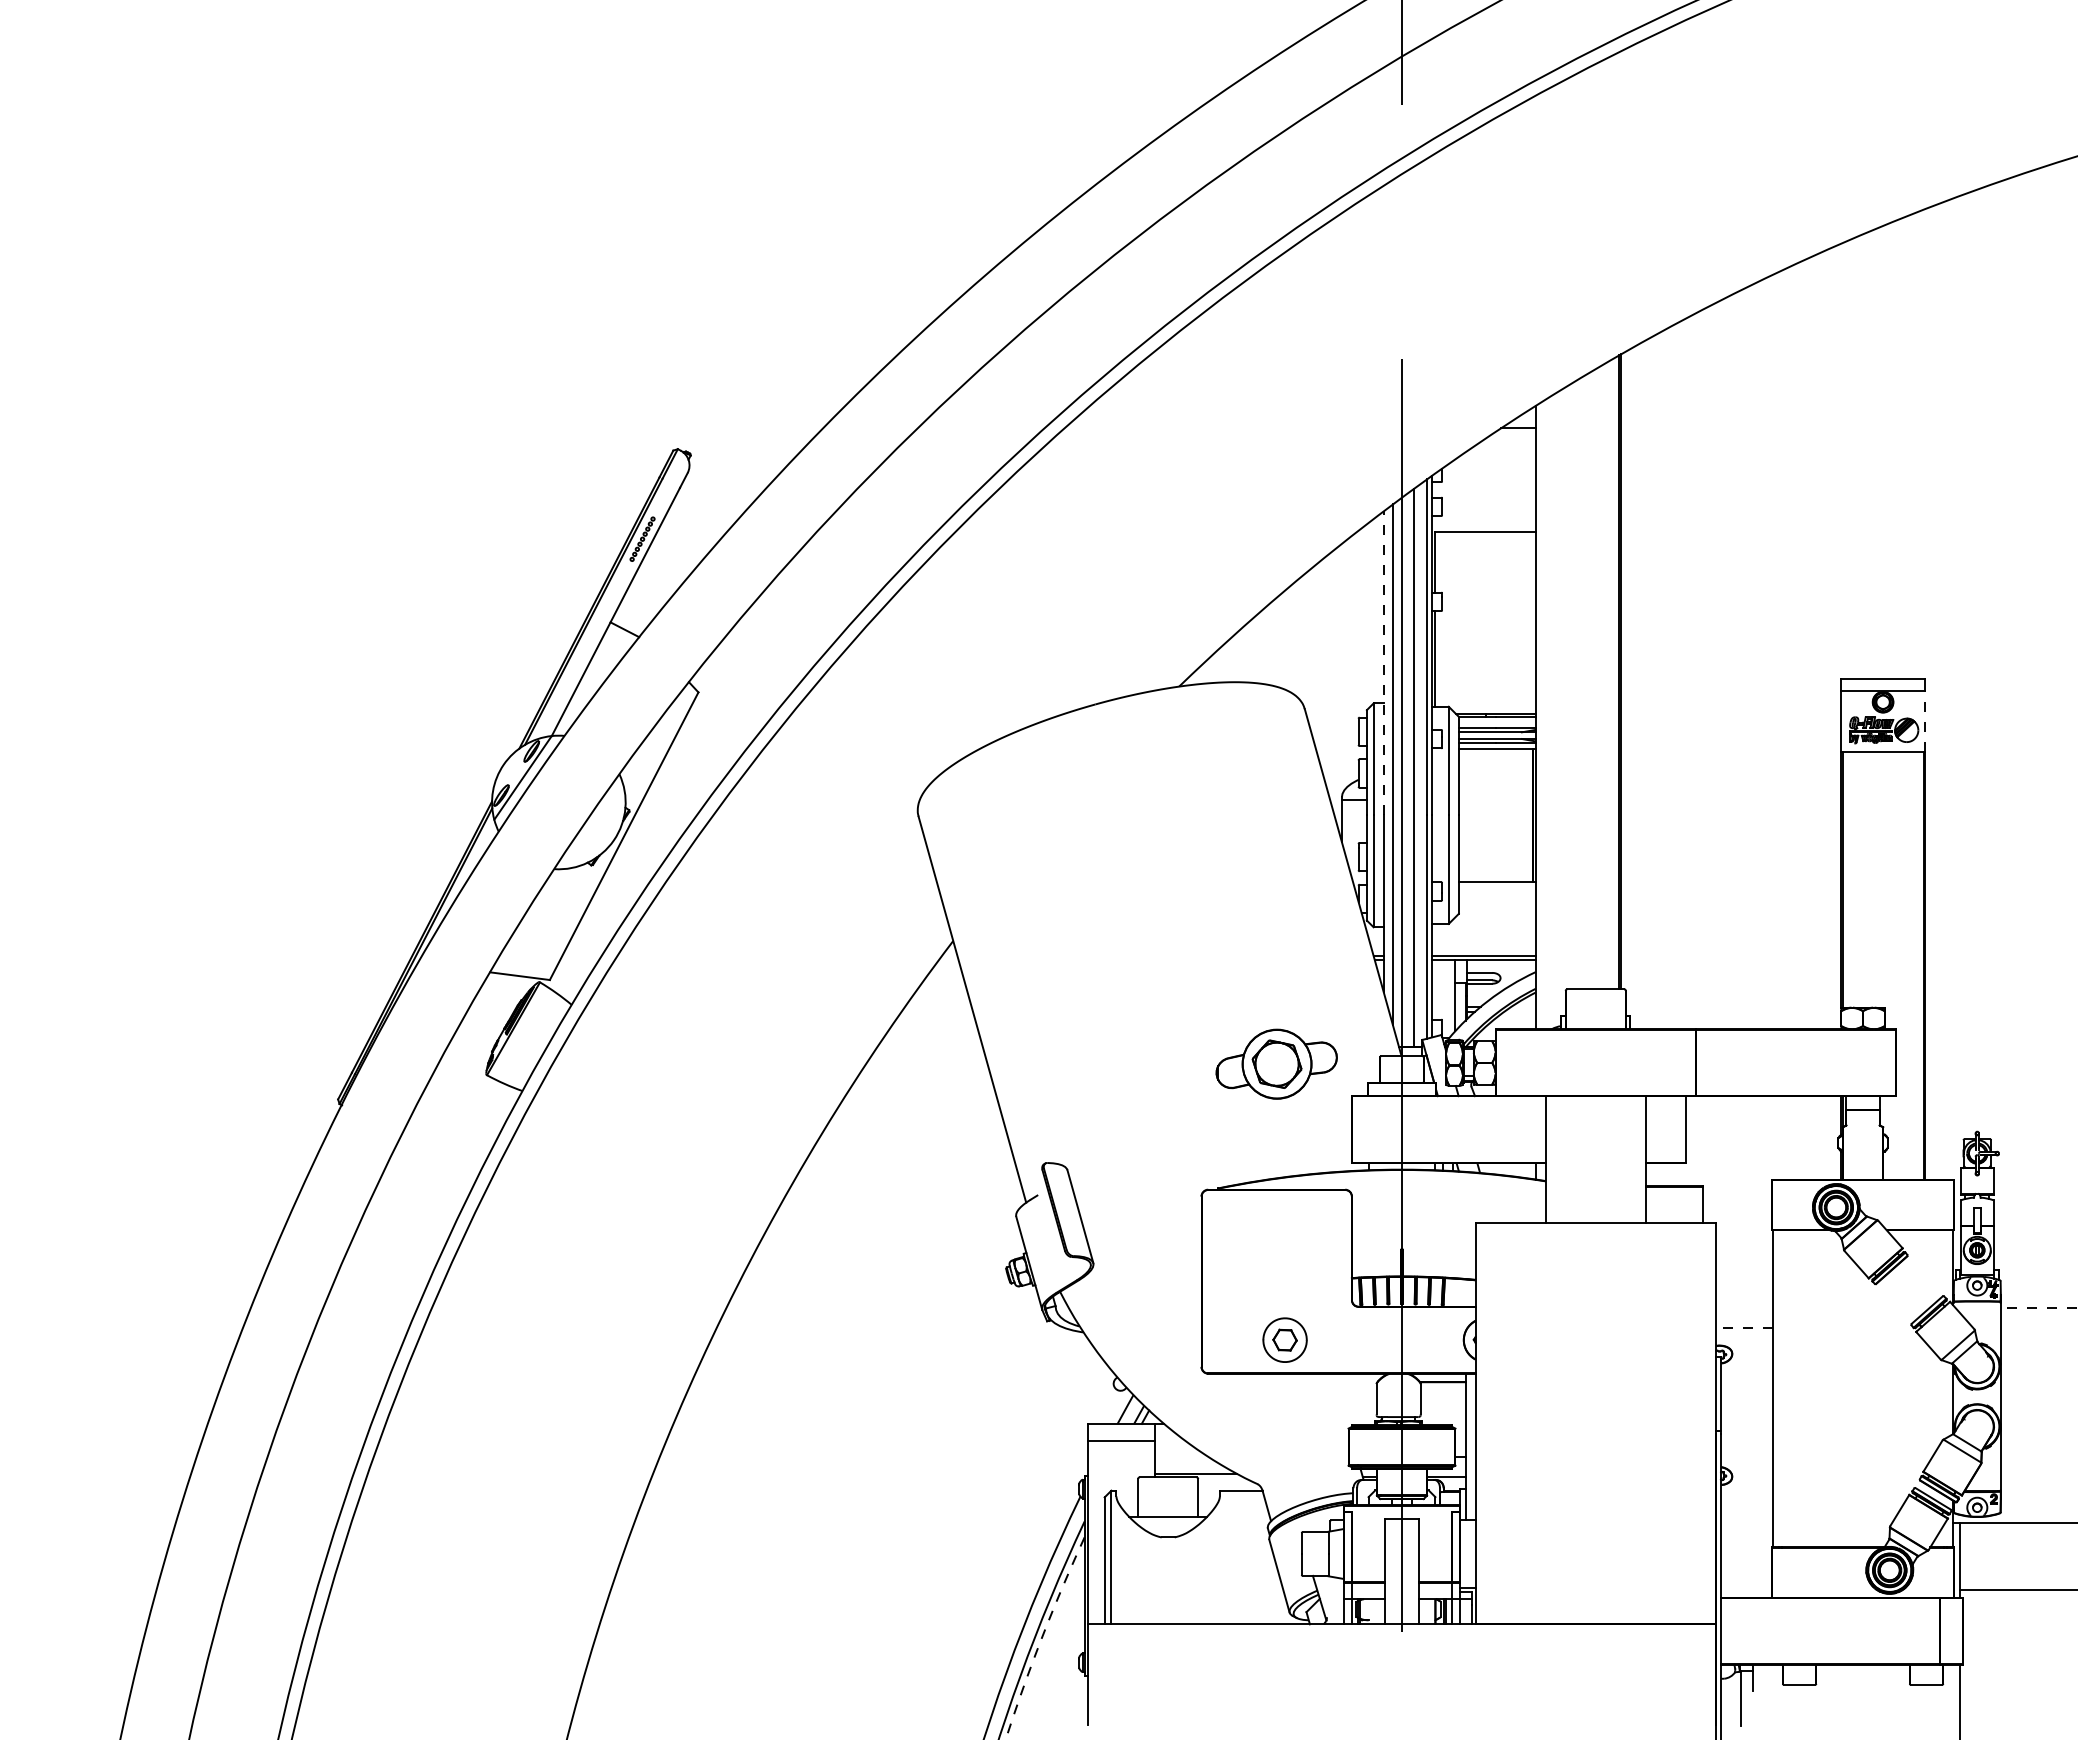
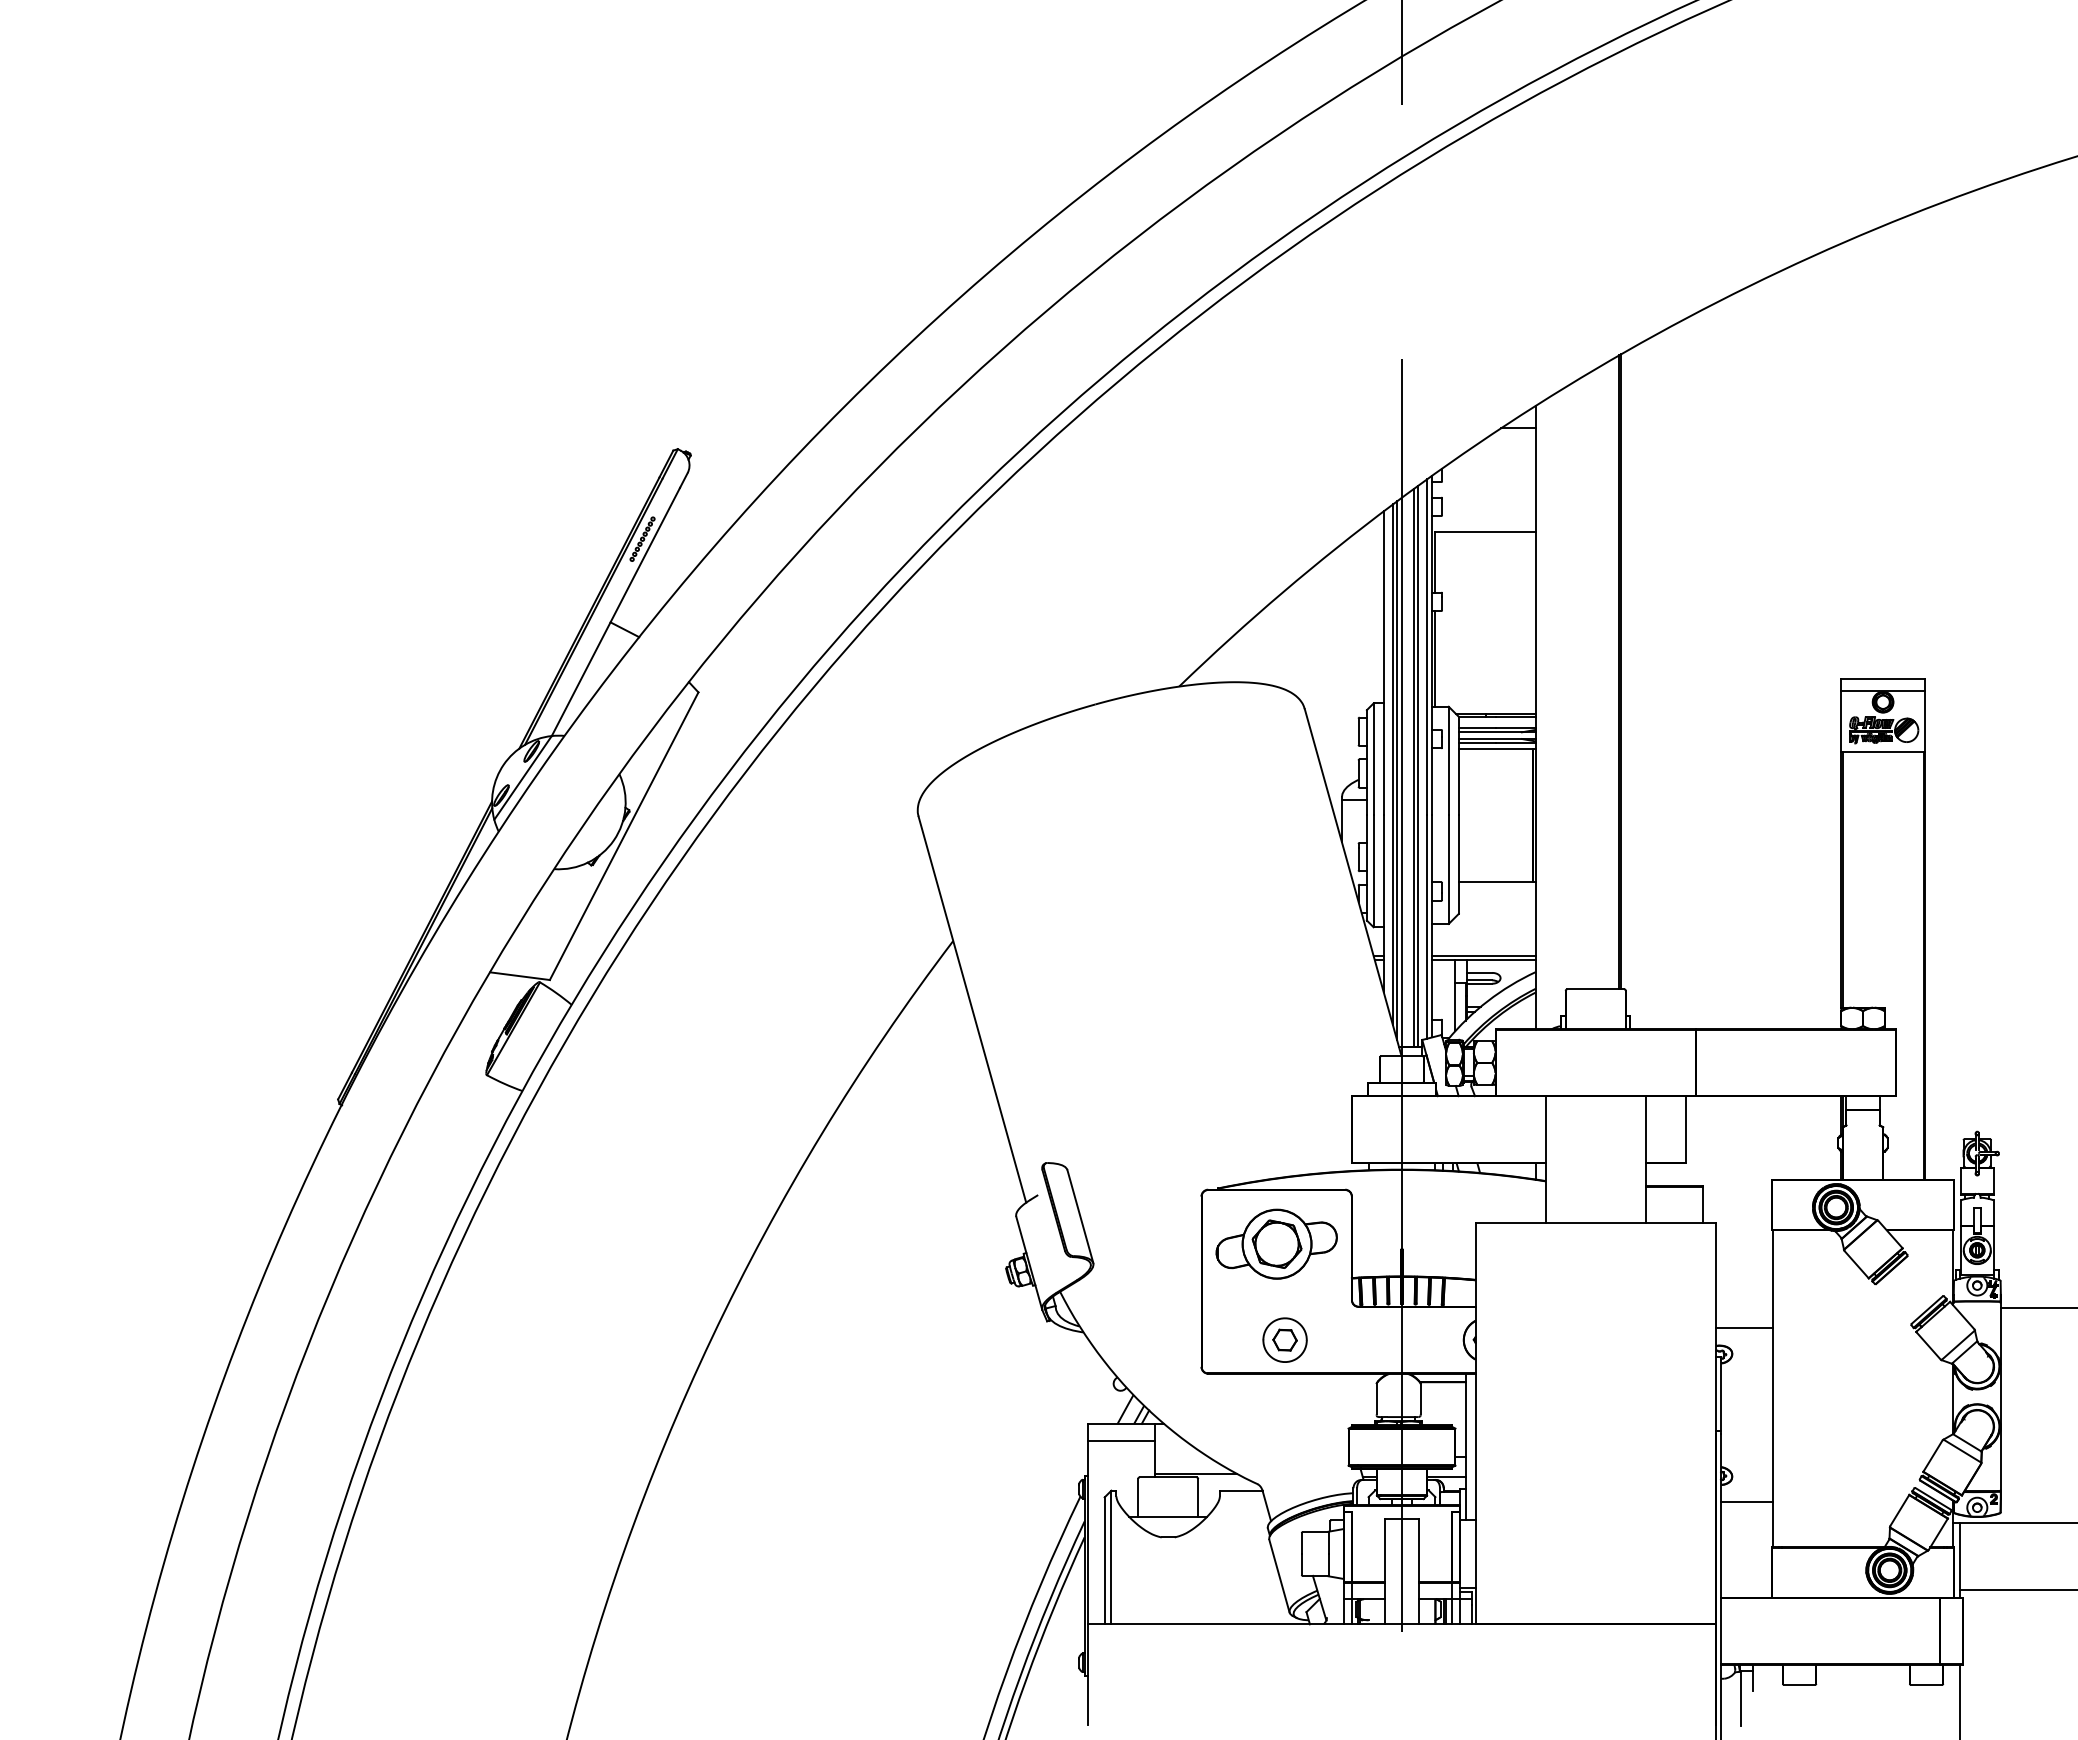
line at (1383, 663): dashed -> solid
line at (1924, 721): dashed -> solid
line at (1417, 766): none -> present
line at (1397, 770): none -> present
part at (1276, 1063) position: (1276, 1063) -> (1276, 1243)
line at (2039, 1308): dashed -> solid
line at (1743, 1328): dashed -> solid
line at (1746, 1502): none -> present
arc at (1042, 1637): dashed -> solid
